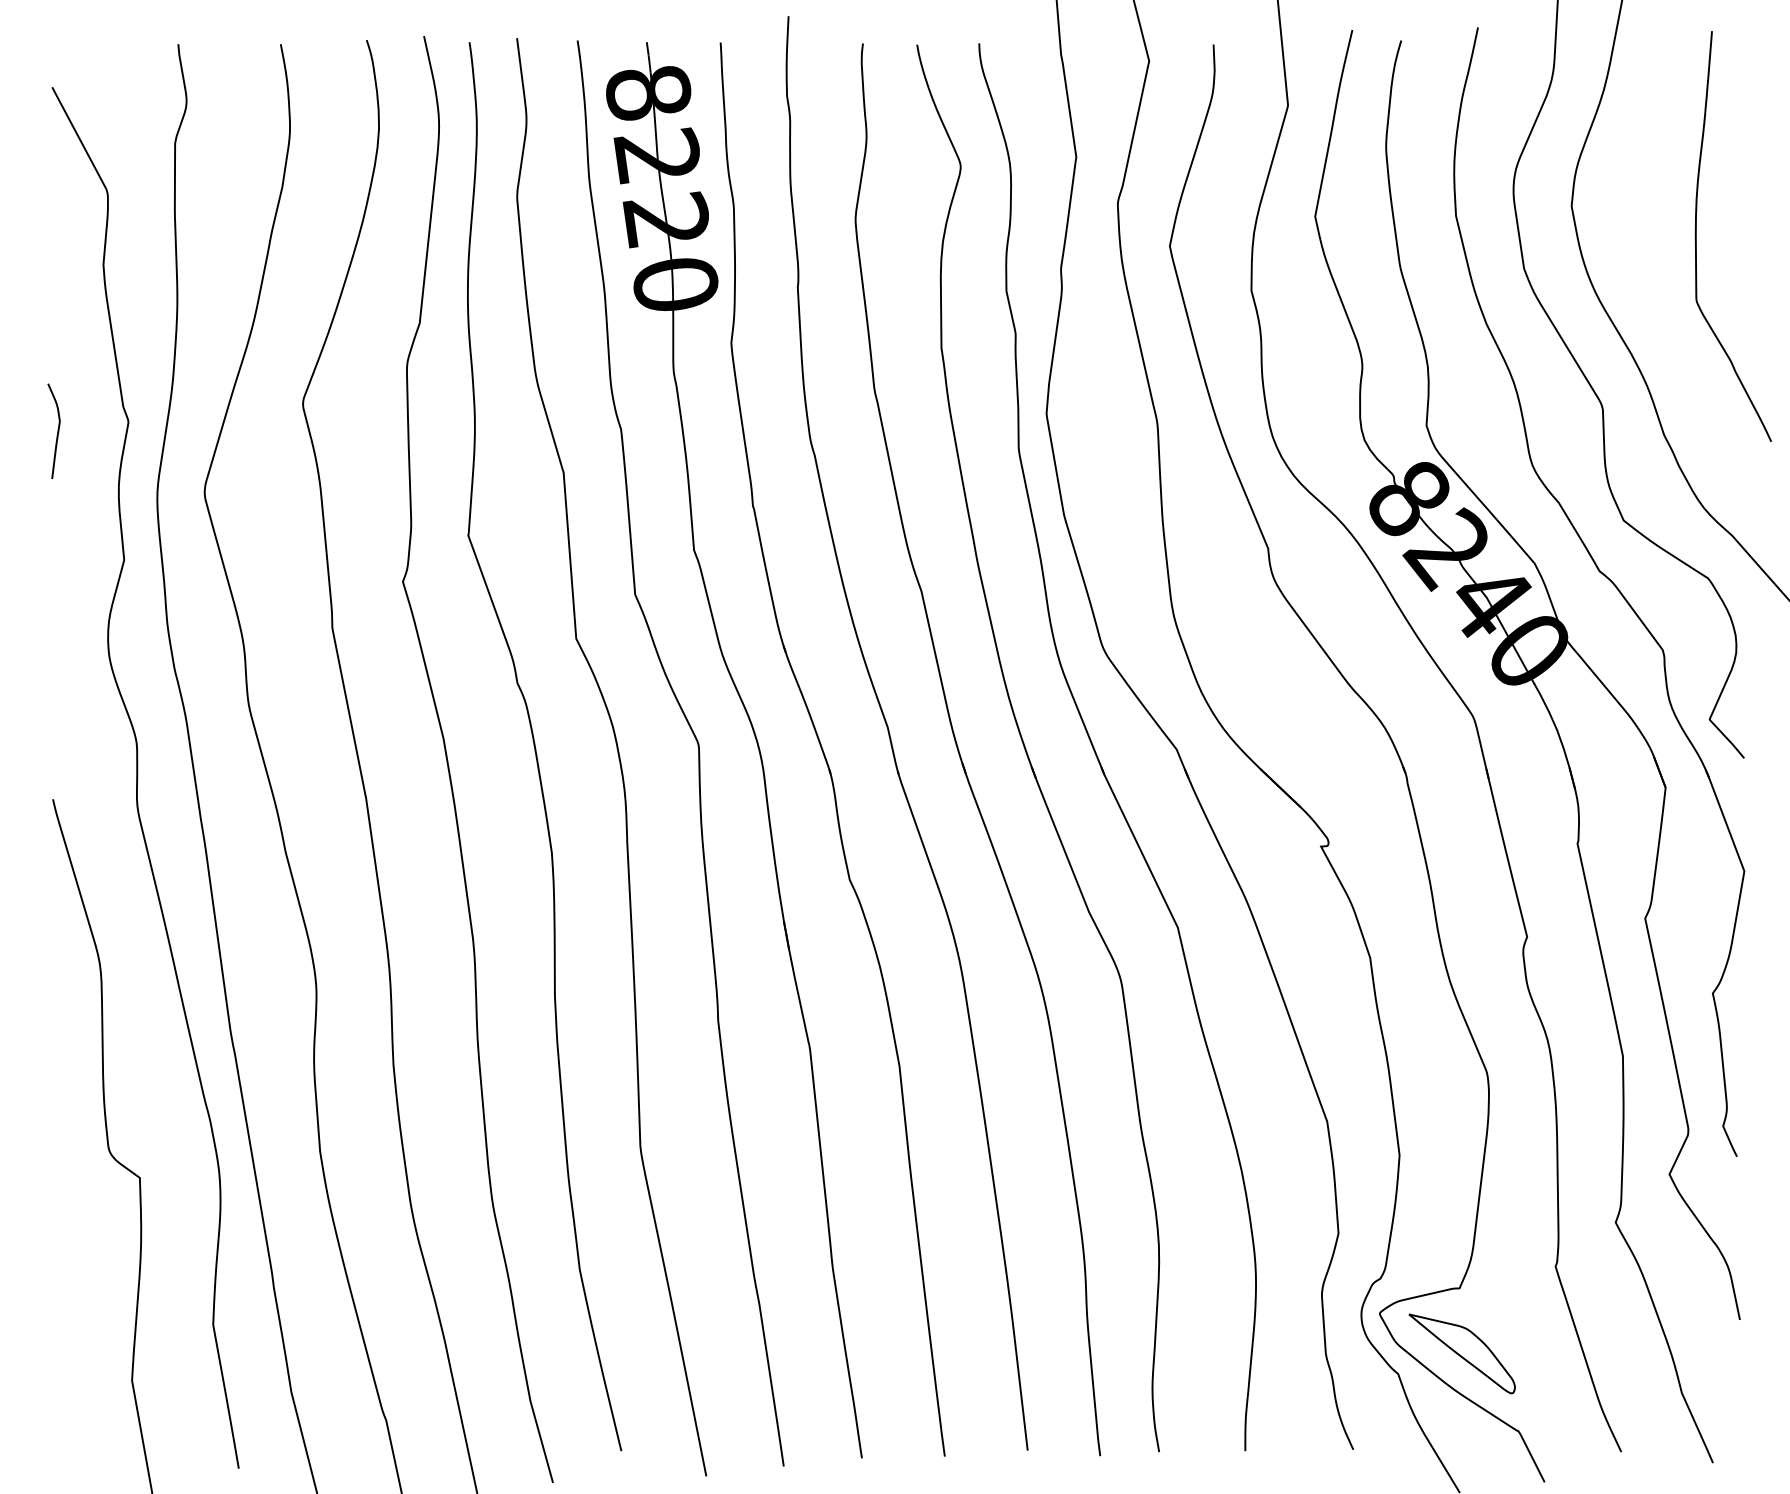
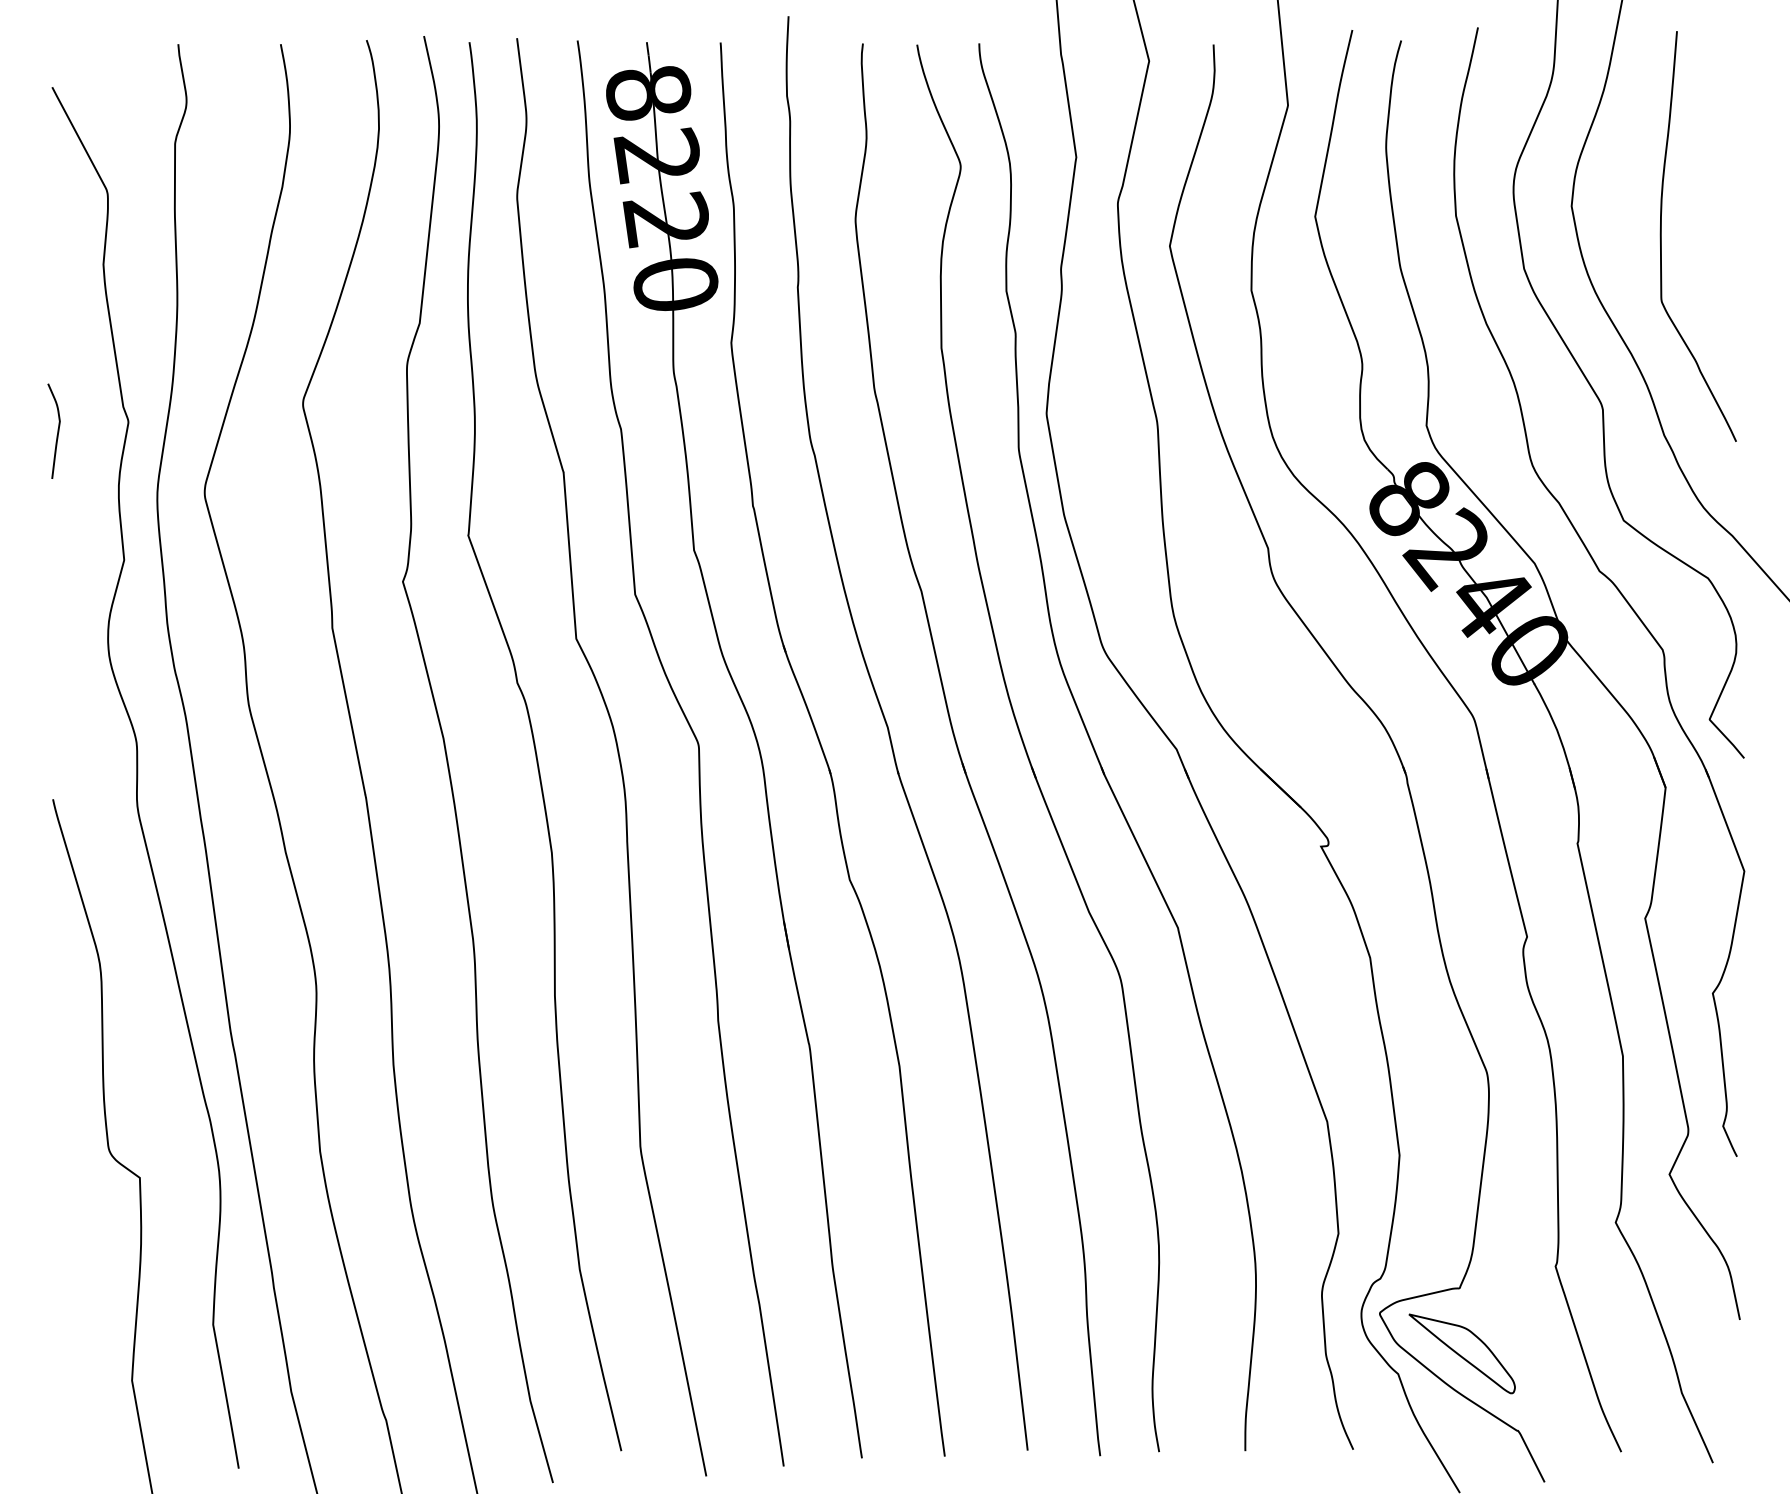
curve at (1696, 236) position: (1696, 236) -> (1661, 236)
